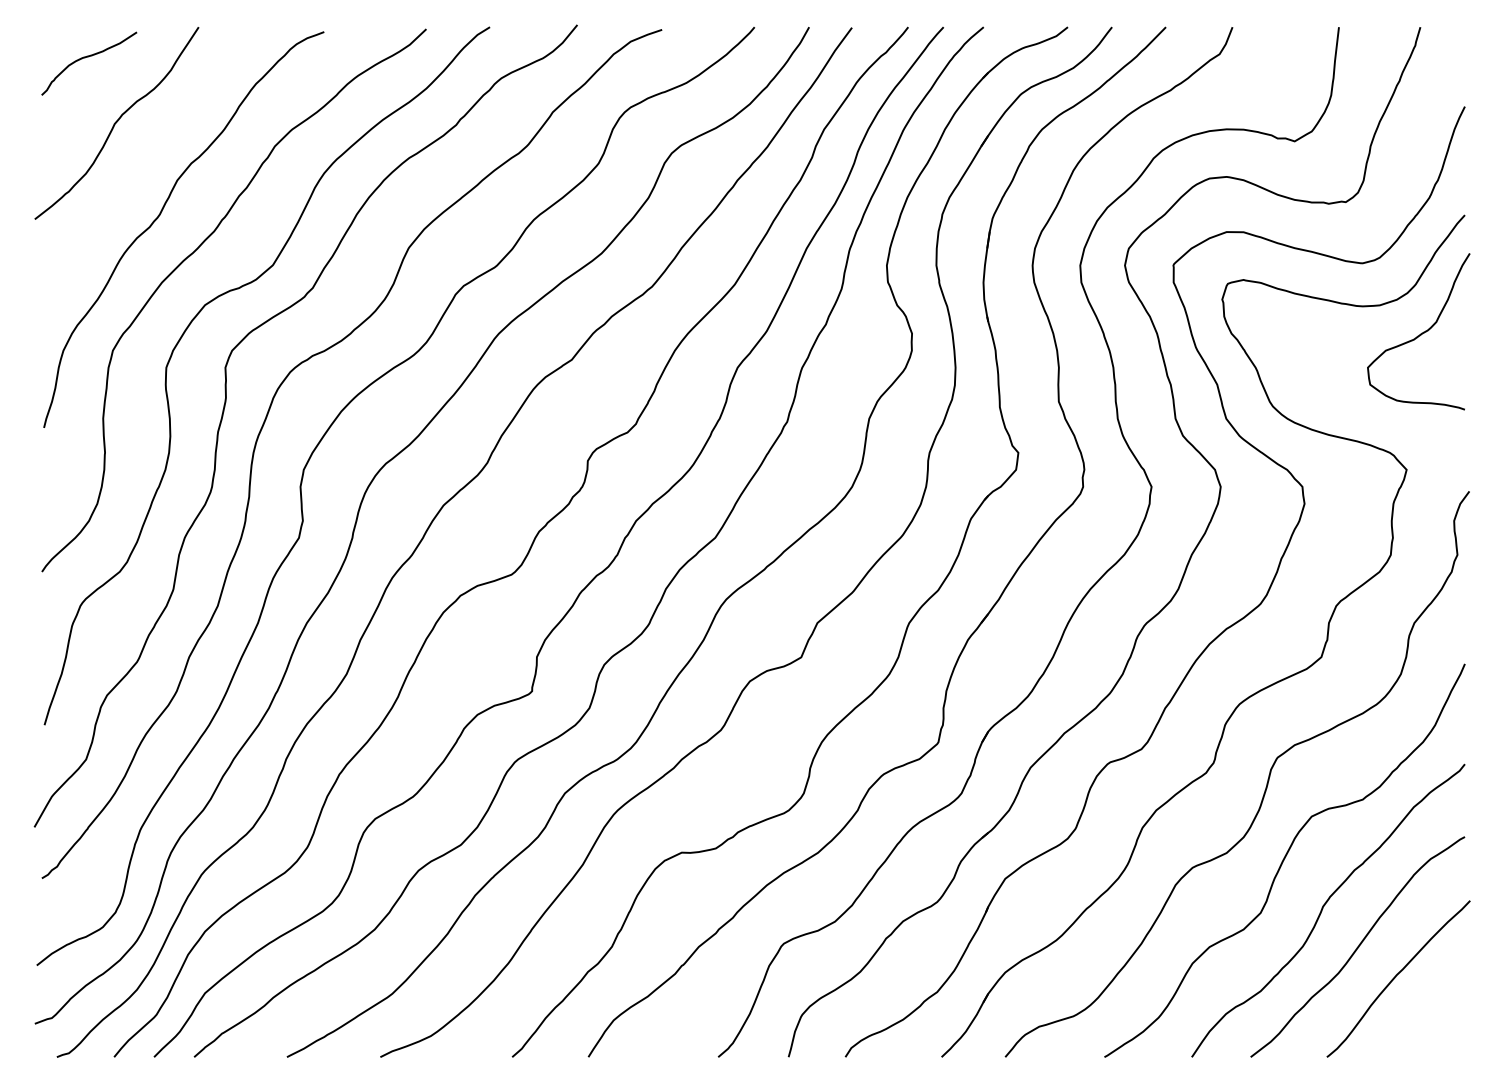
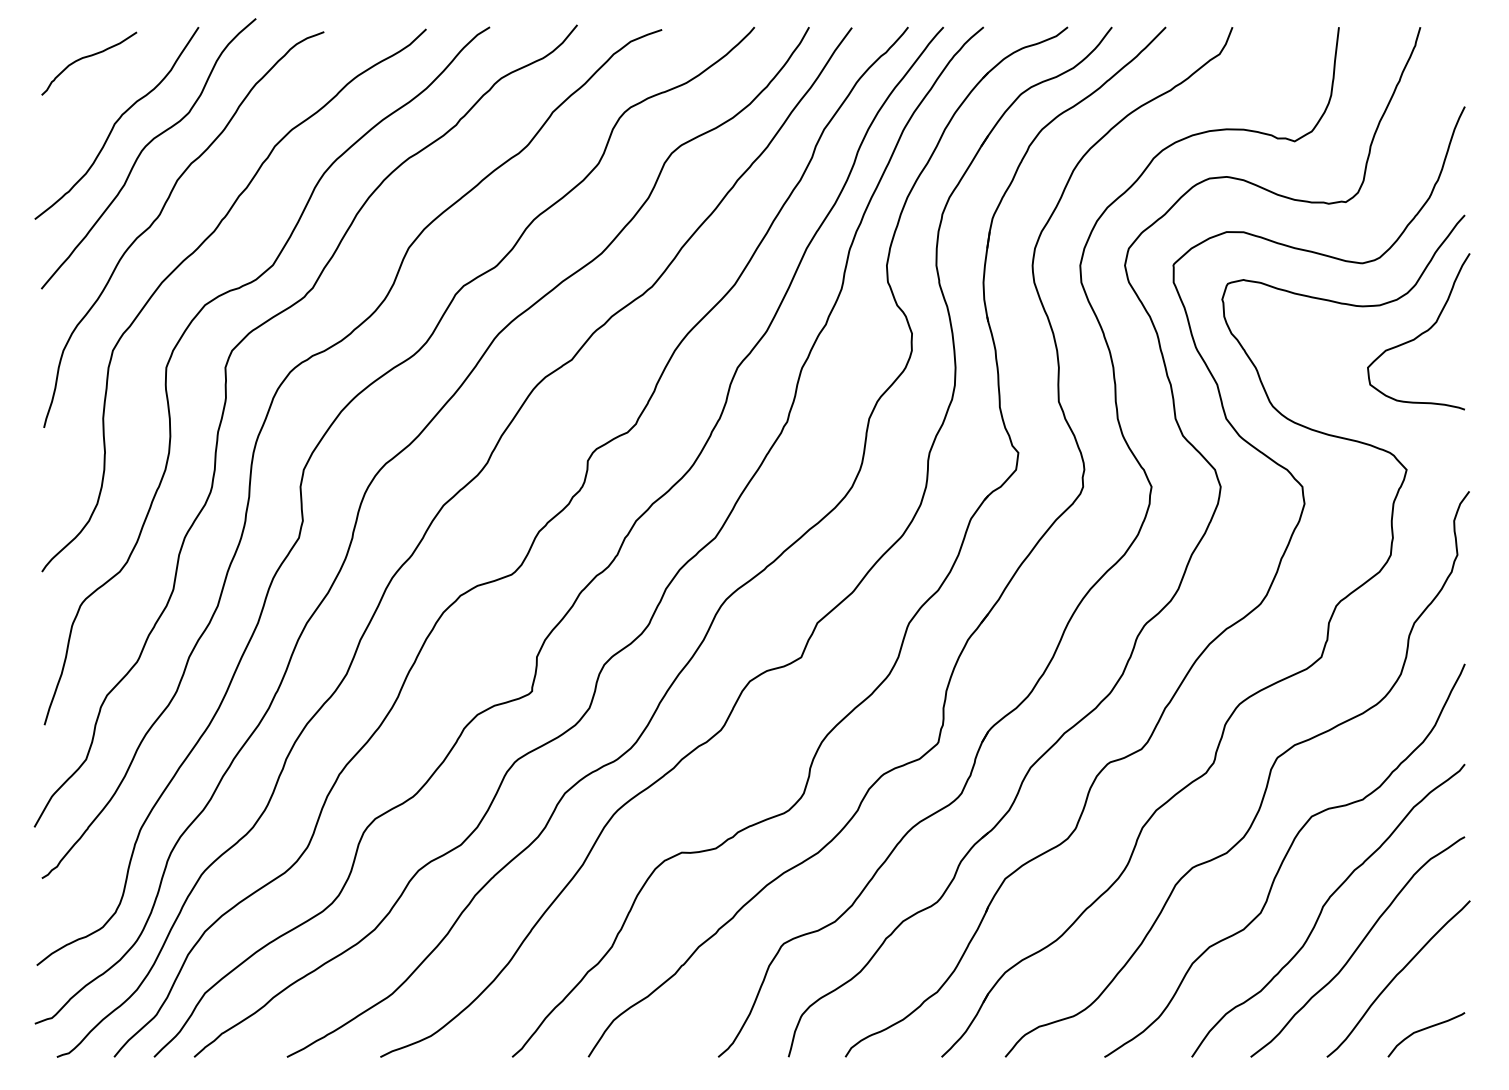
curve at (144, 149): none -> present
curve at (1426, 1029): none -> present
